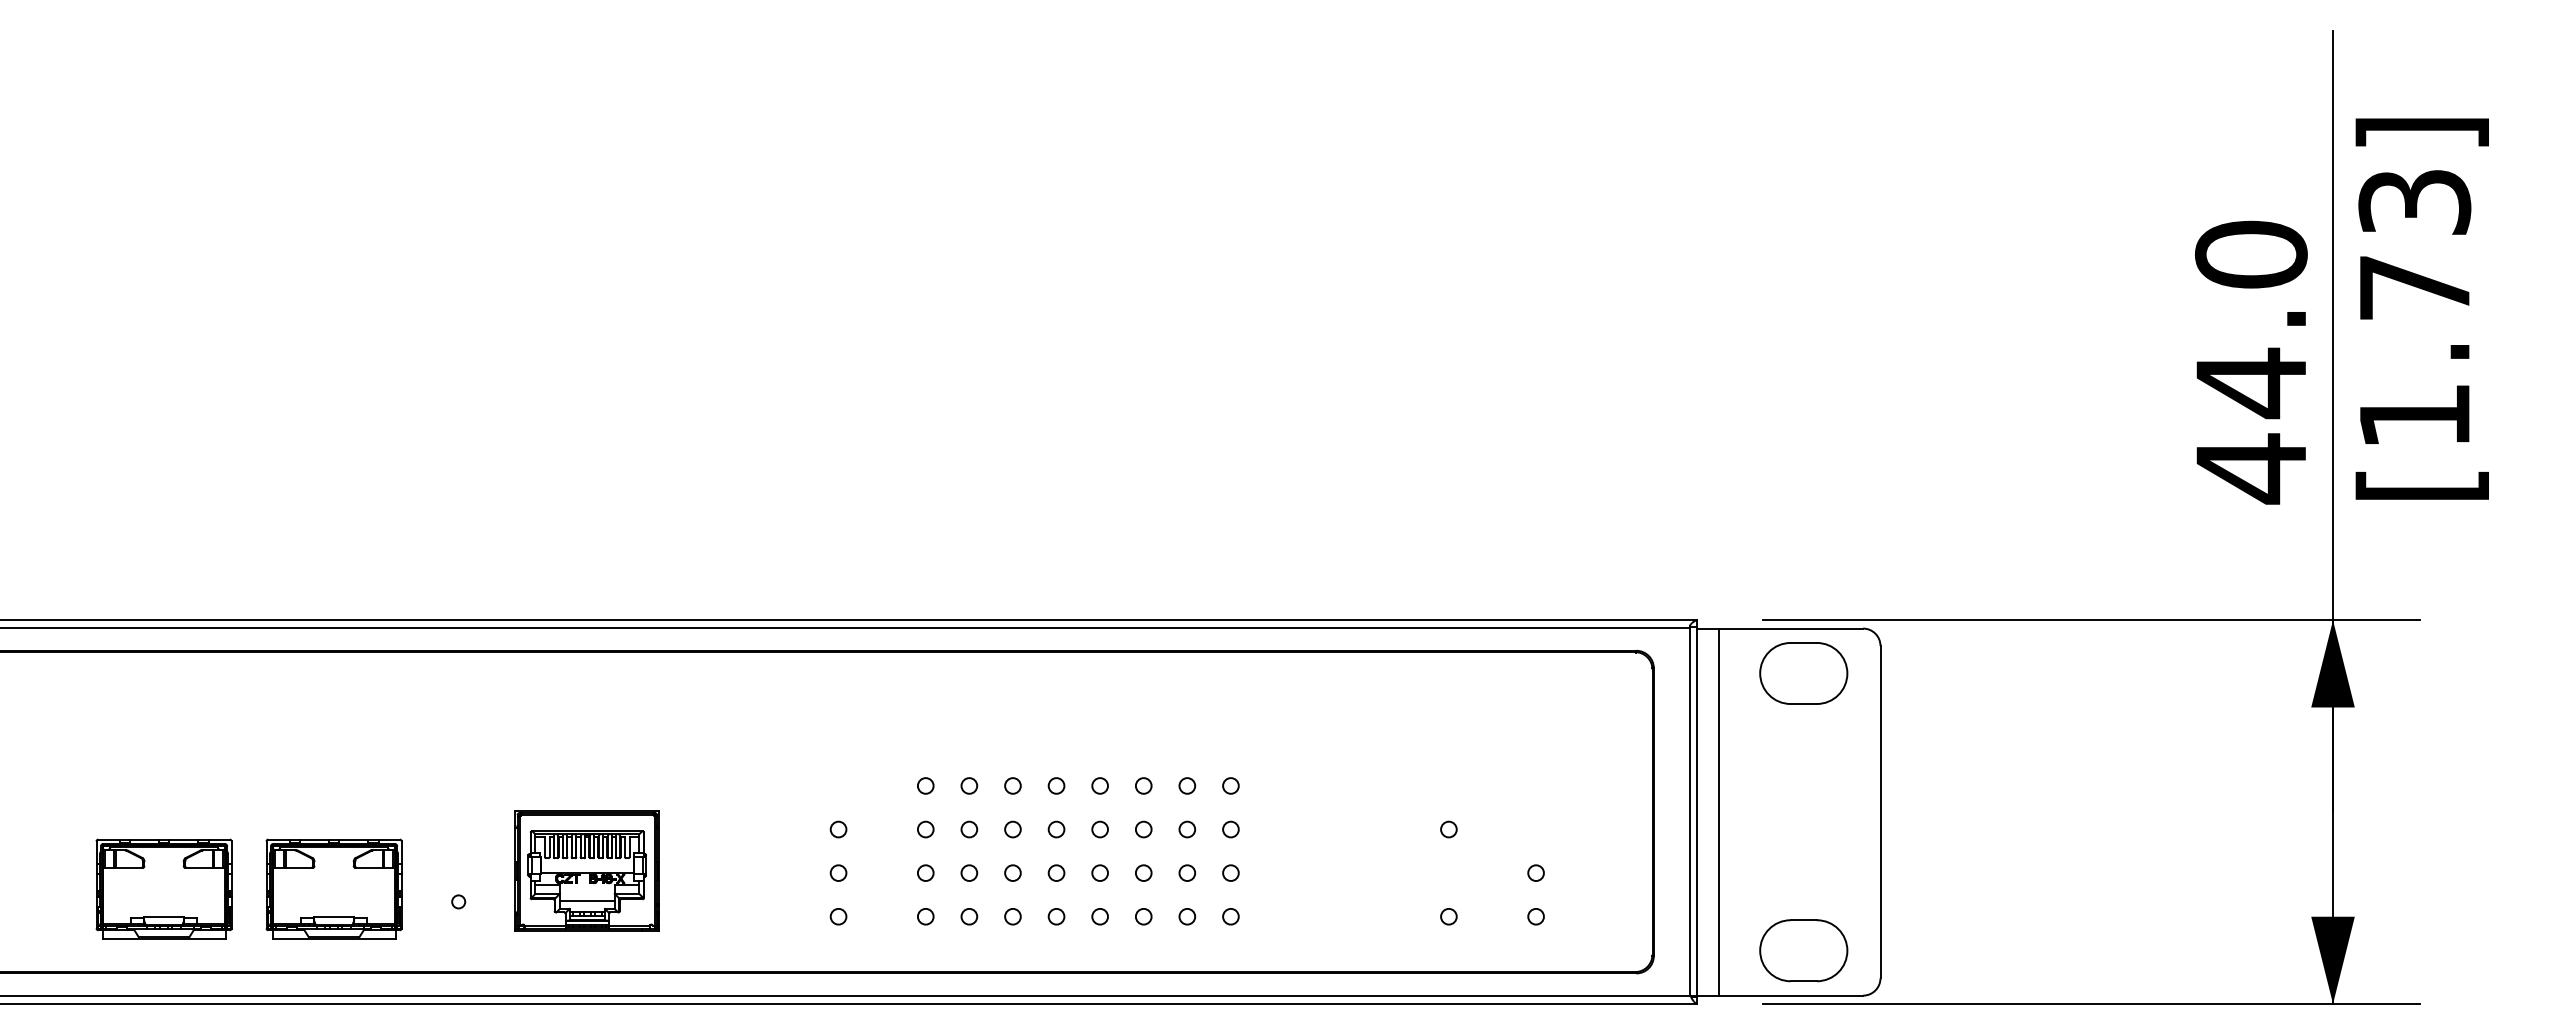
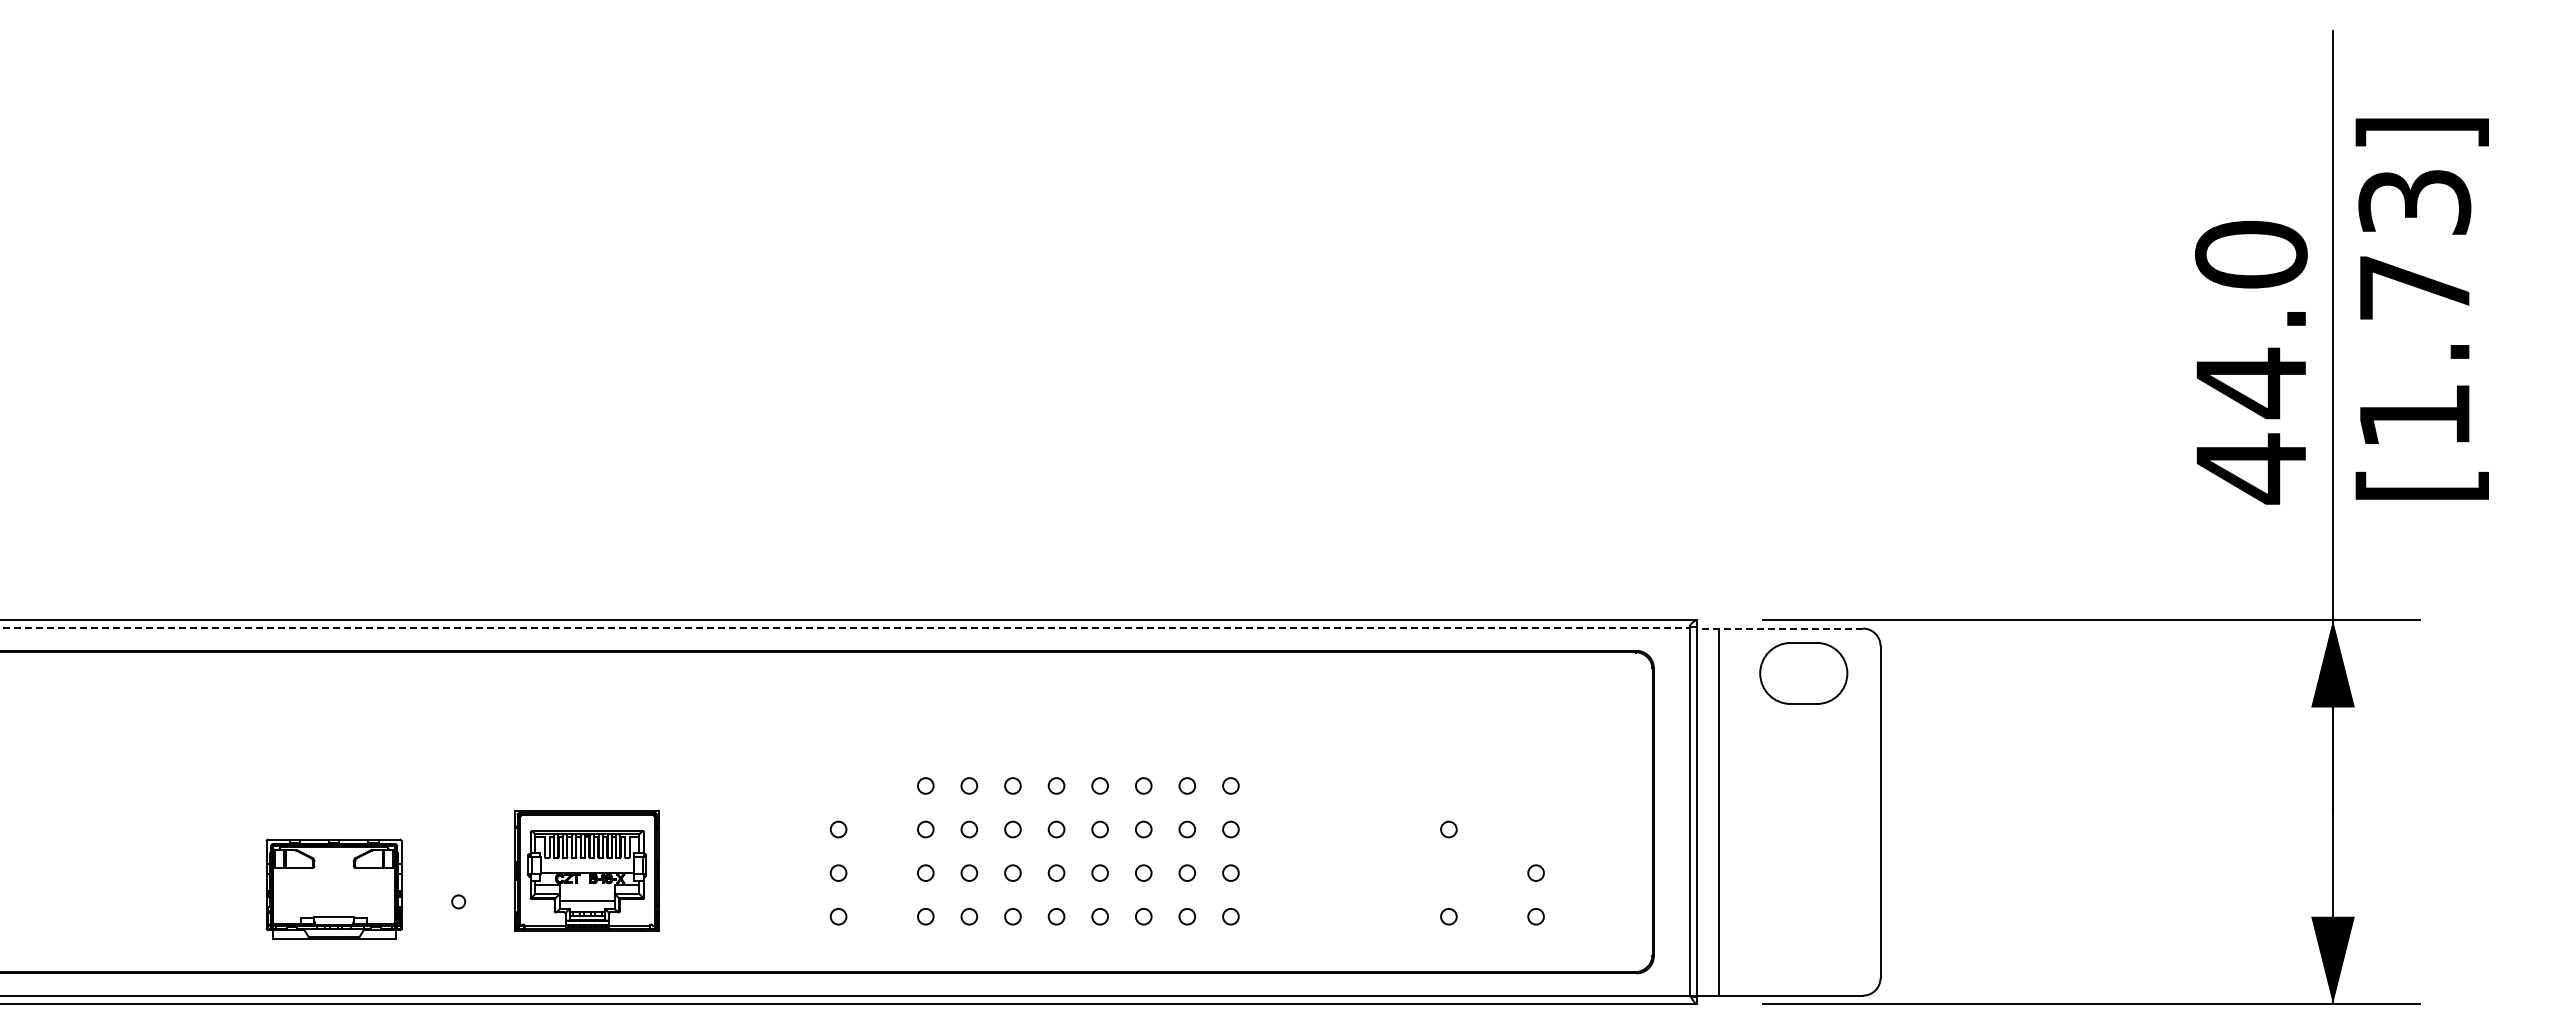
line at (845, 628): solid -> dashed
line at (1780, 628): solid -> dashed
part at (163, 888): present -> none
part at (1803, 950): present -> none
